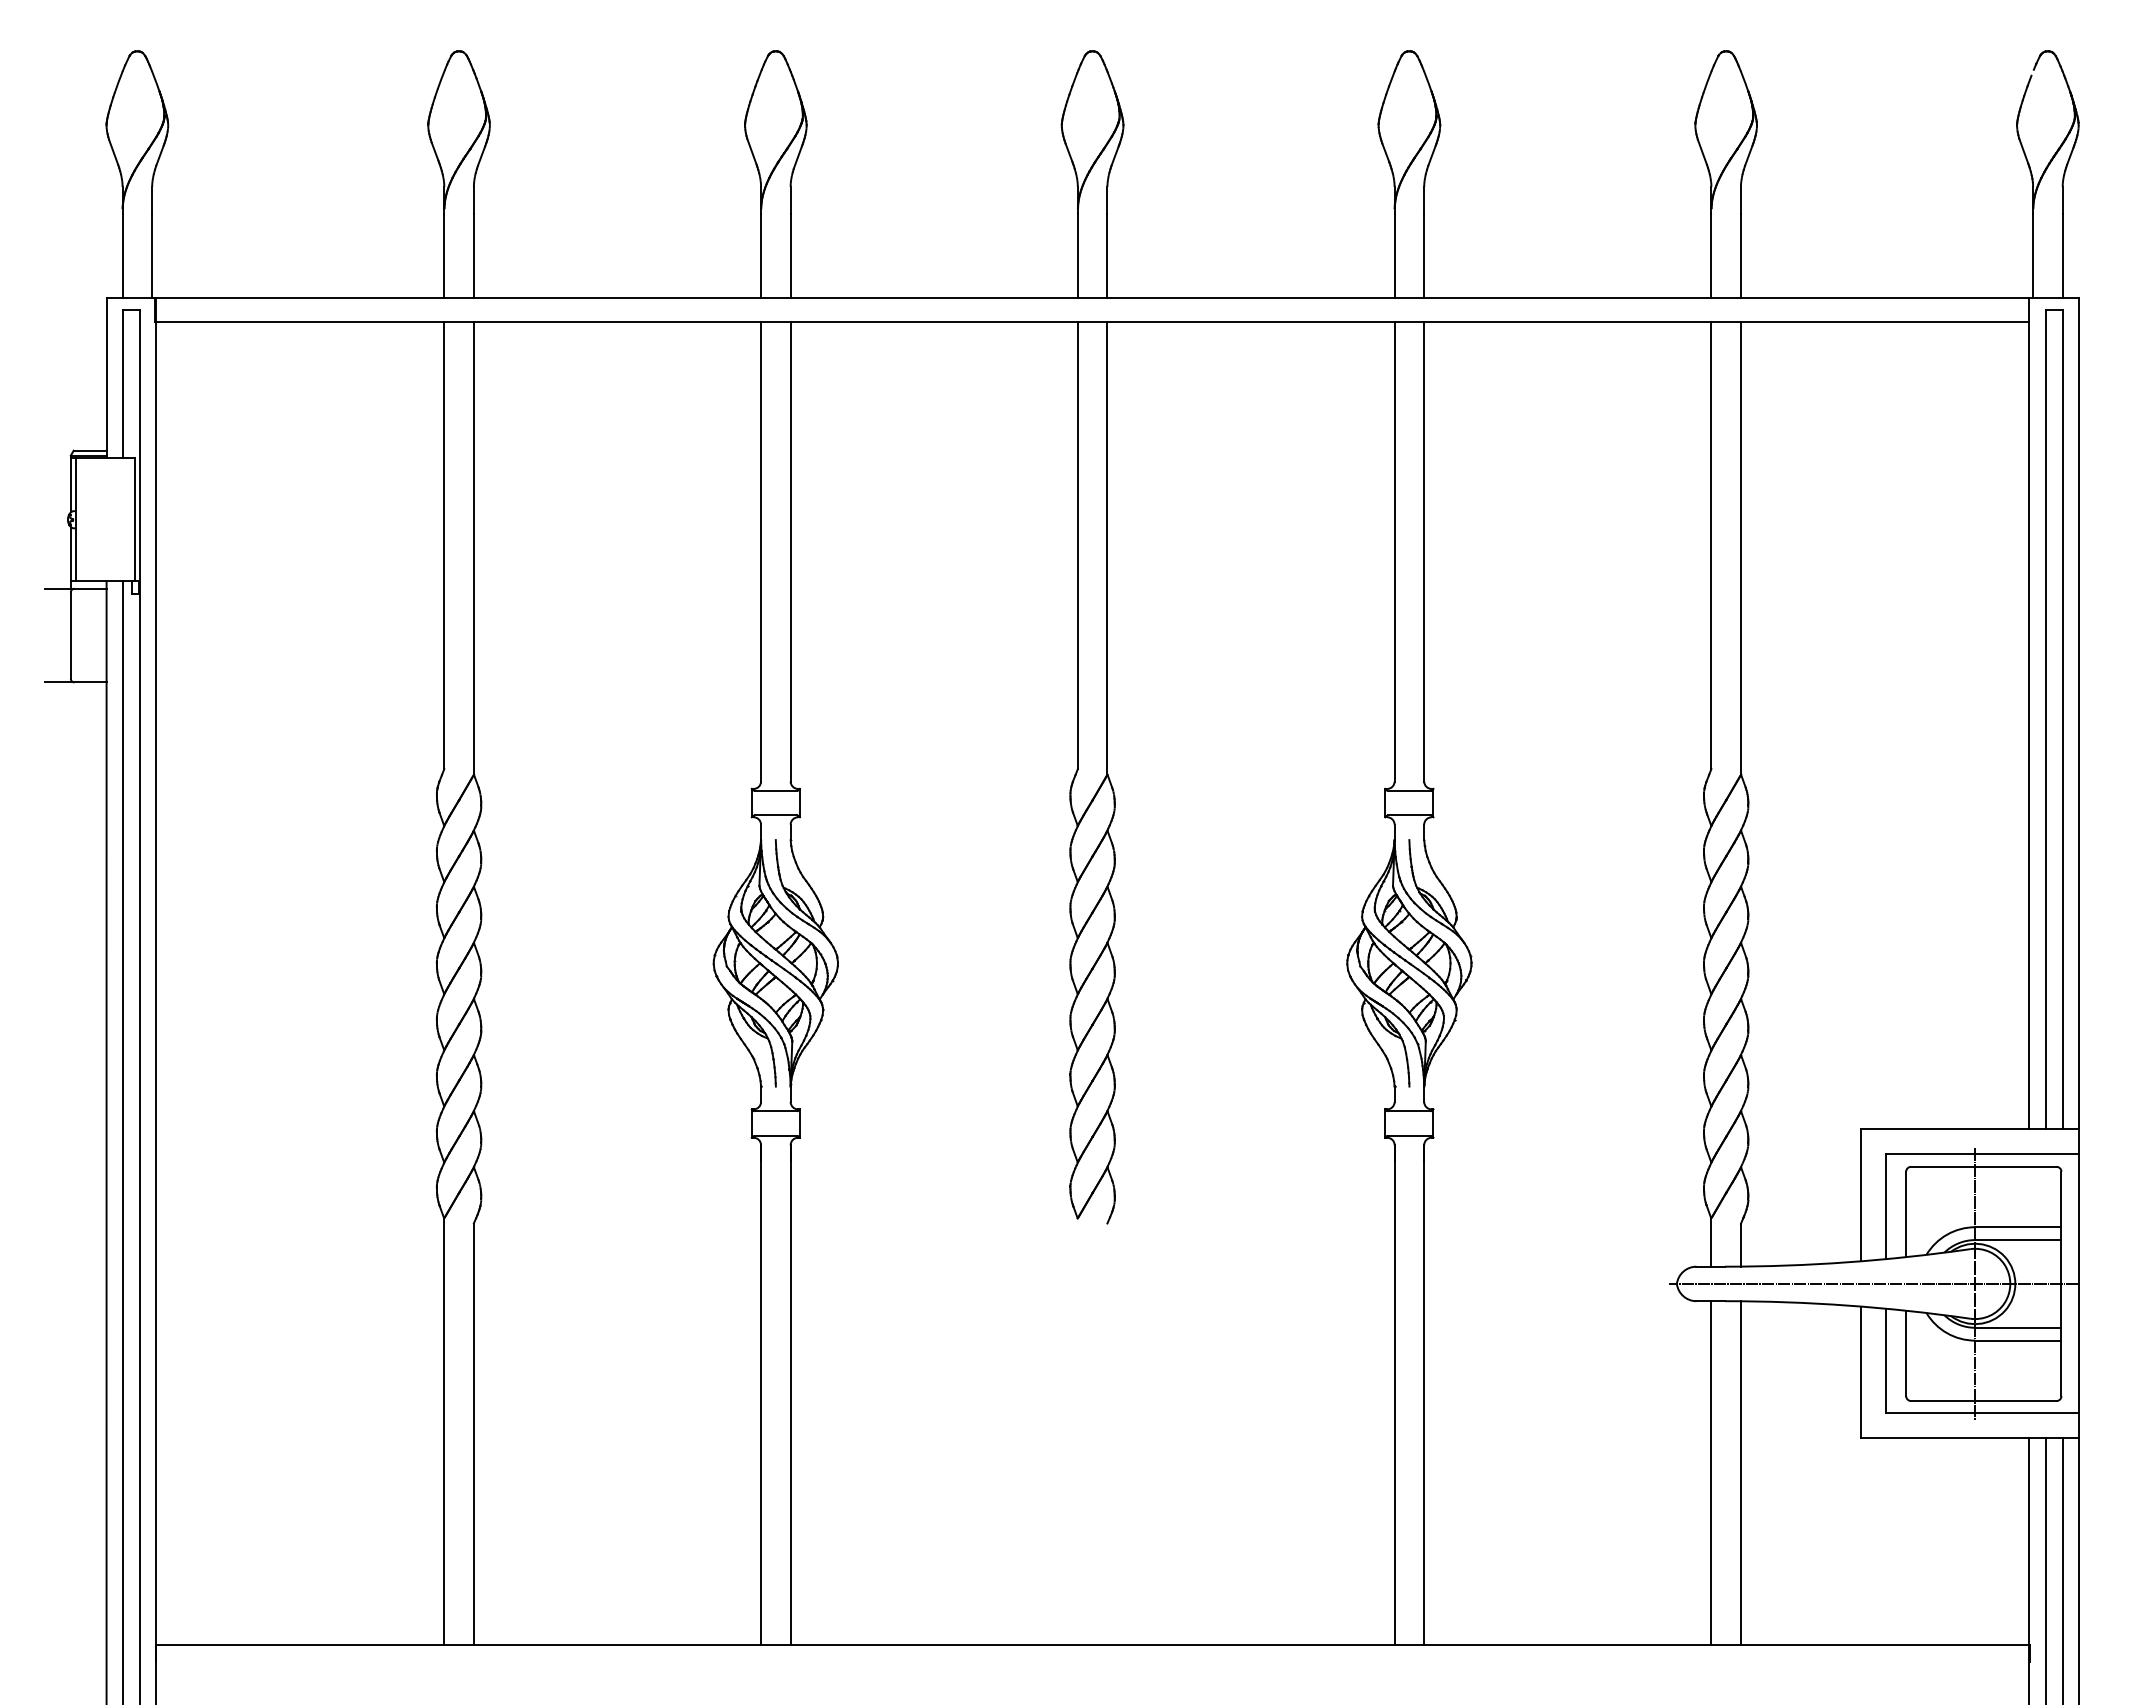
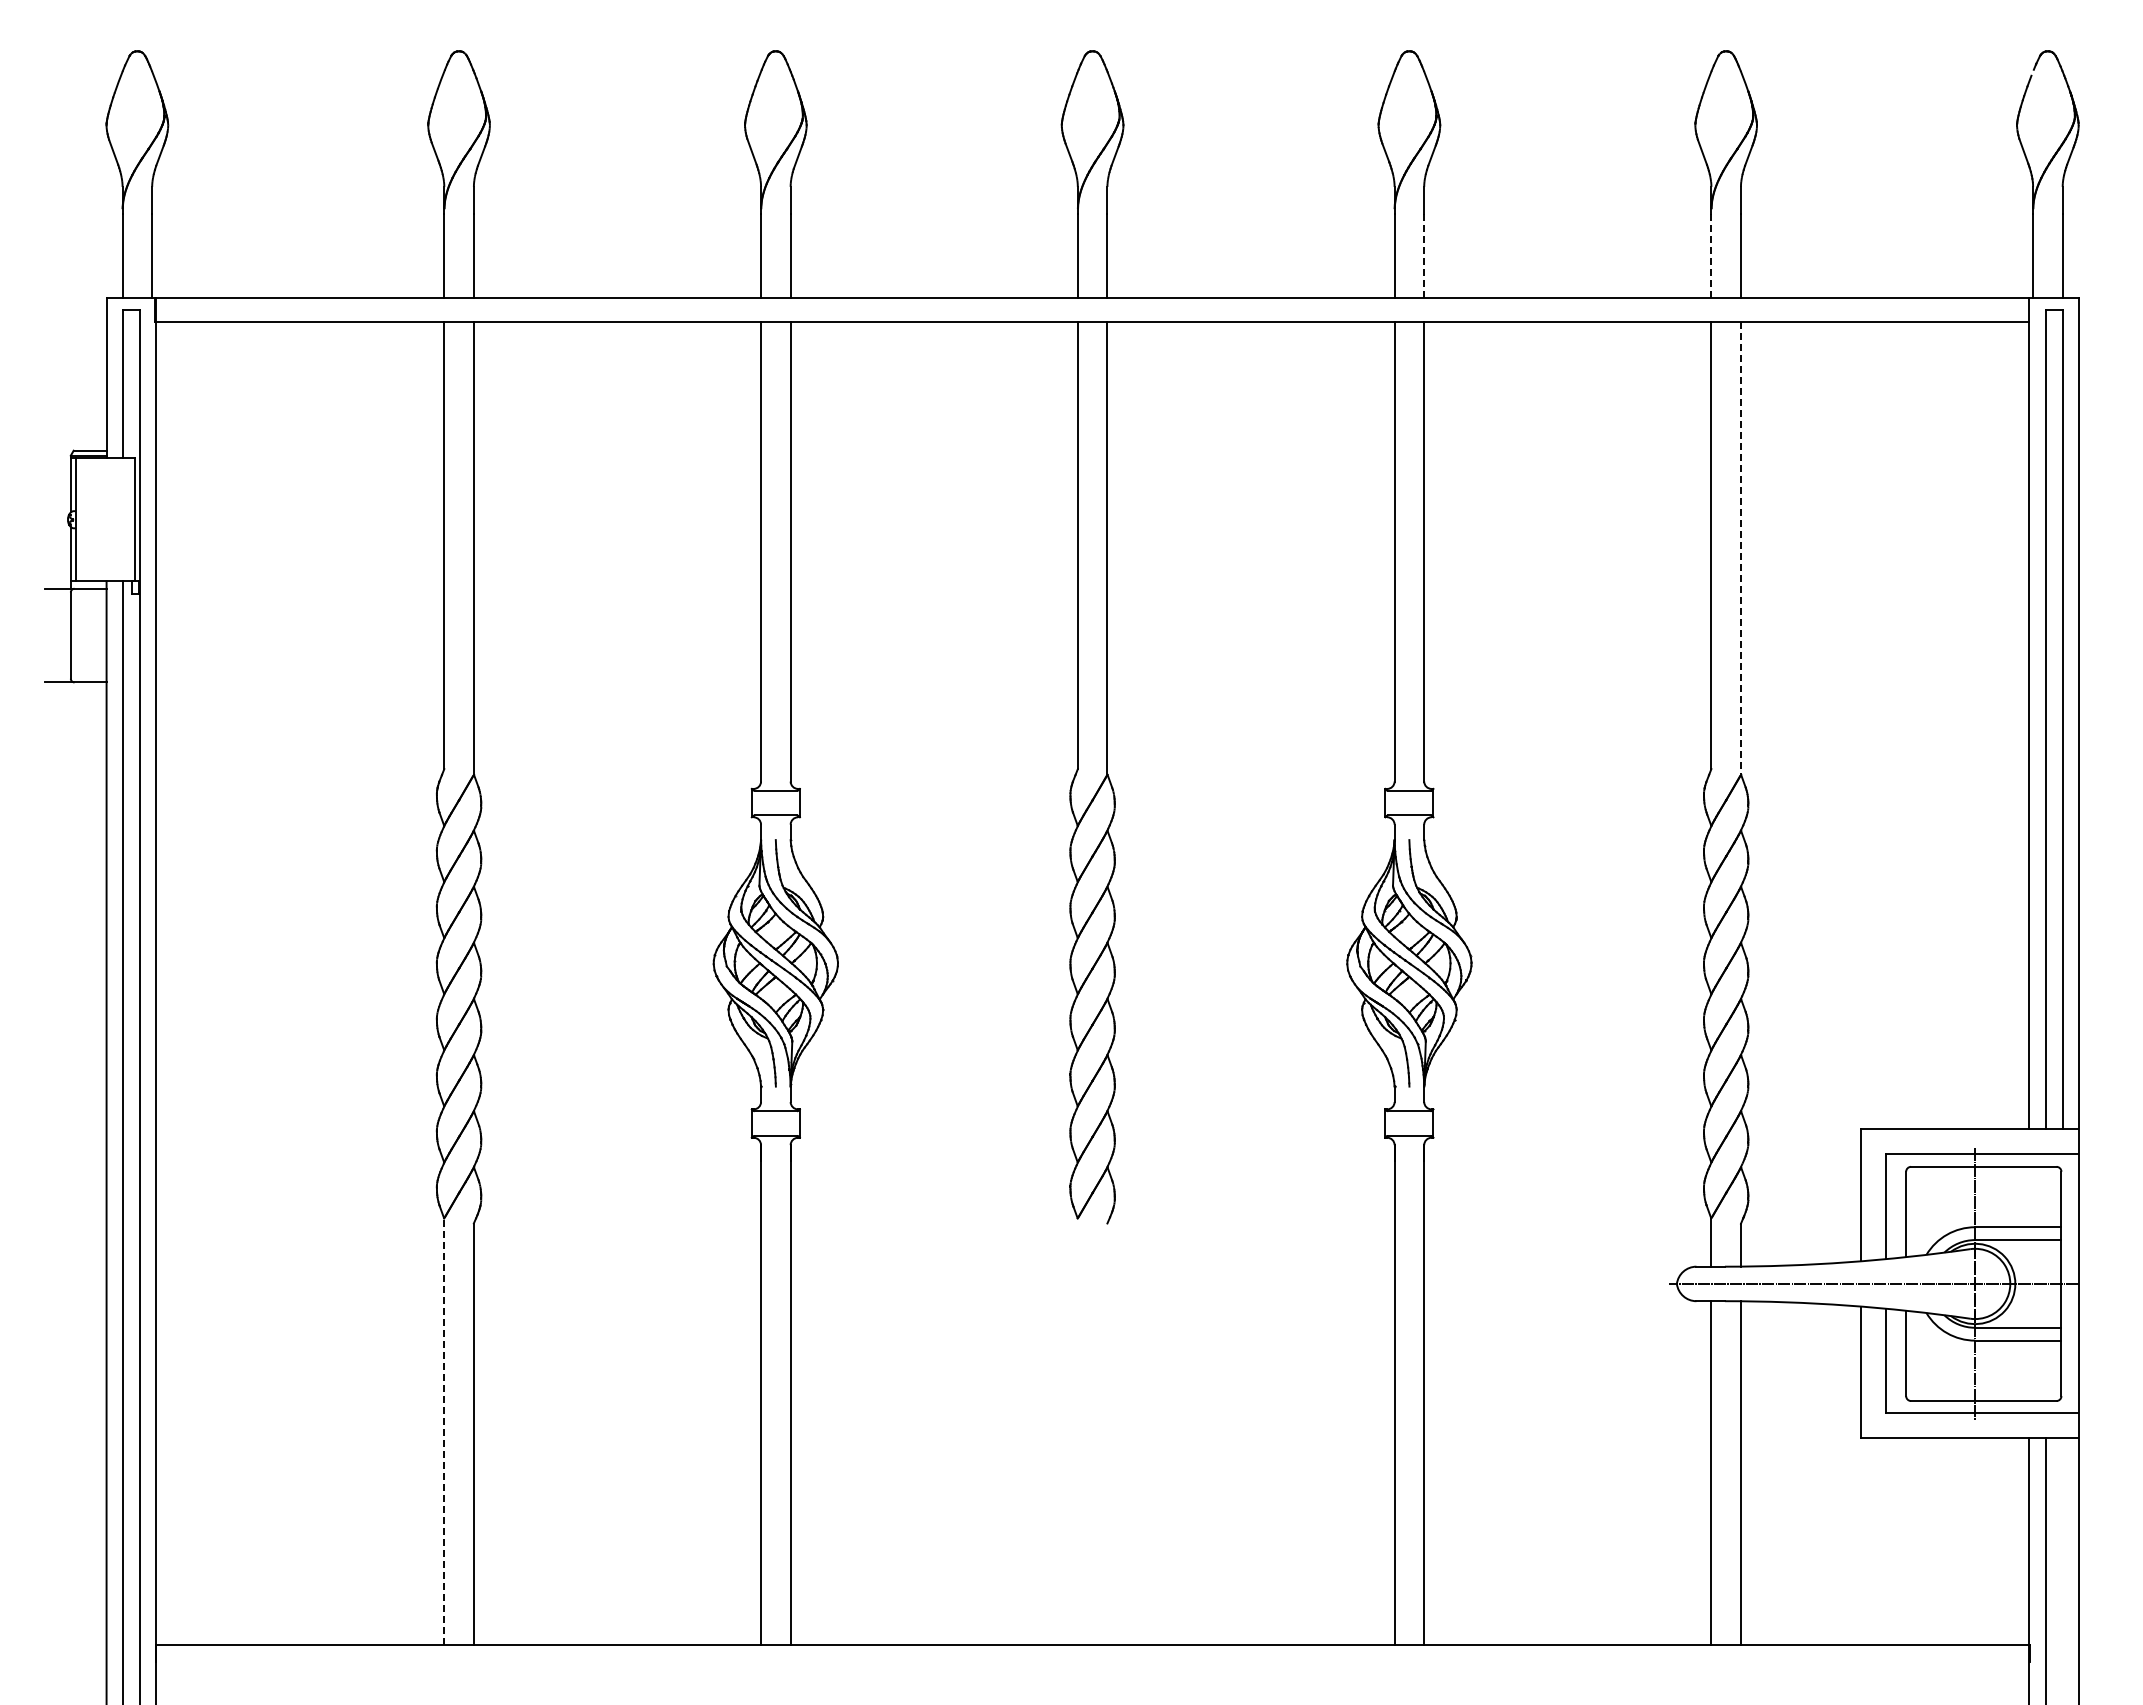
line at (1424, 255): solid -> dashed
line at (1711, 255): solid -> dashed
line at (1740, 548): solid -> dashed
line at (444, 1431): solid -> dashed
line at (2062, 1569): present -> none
